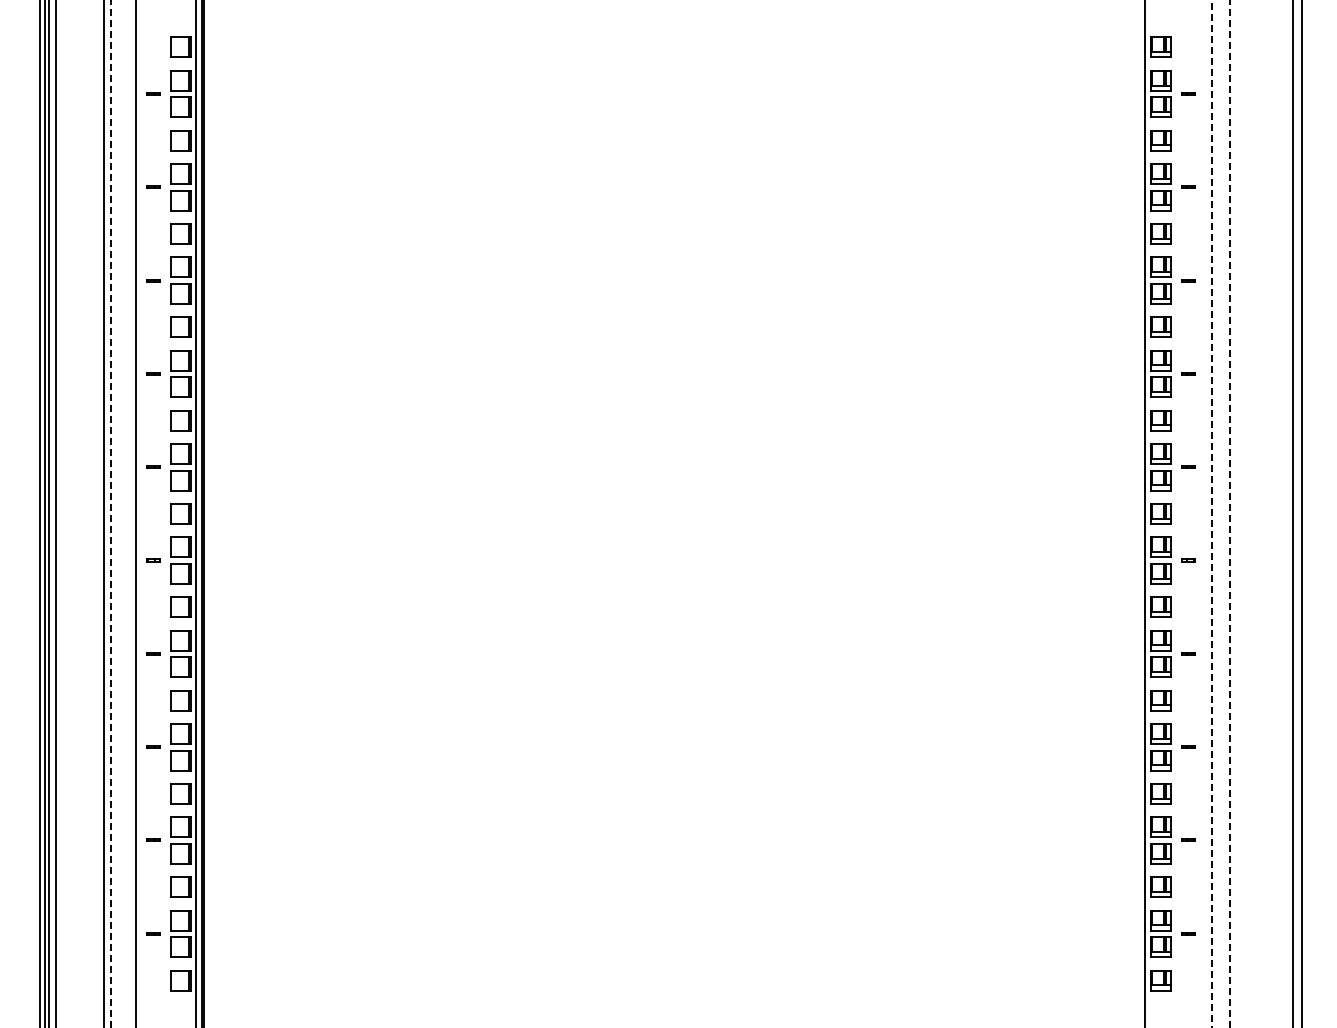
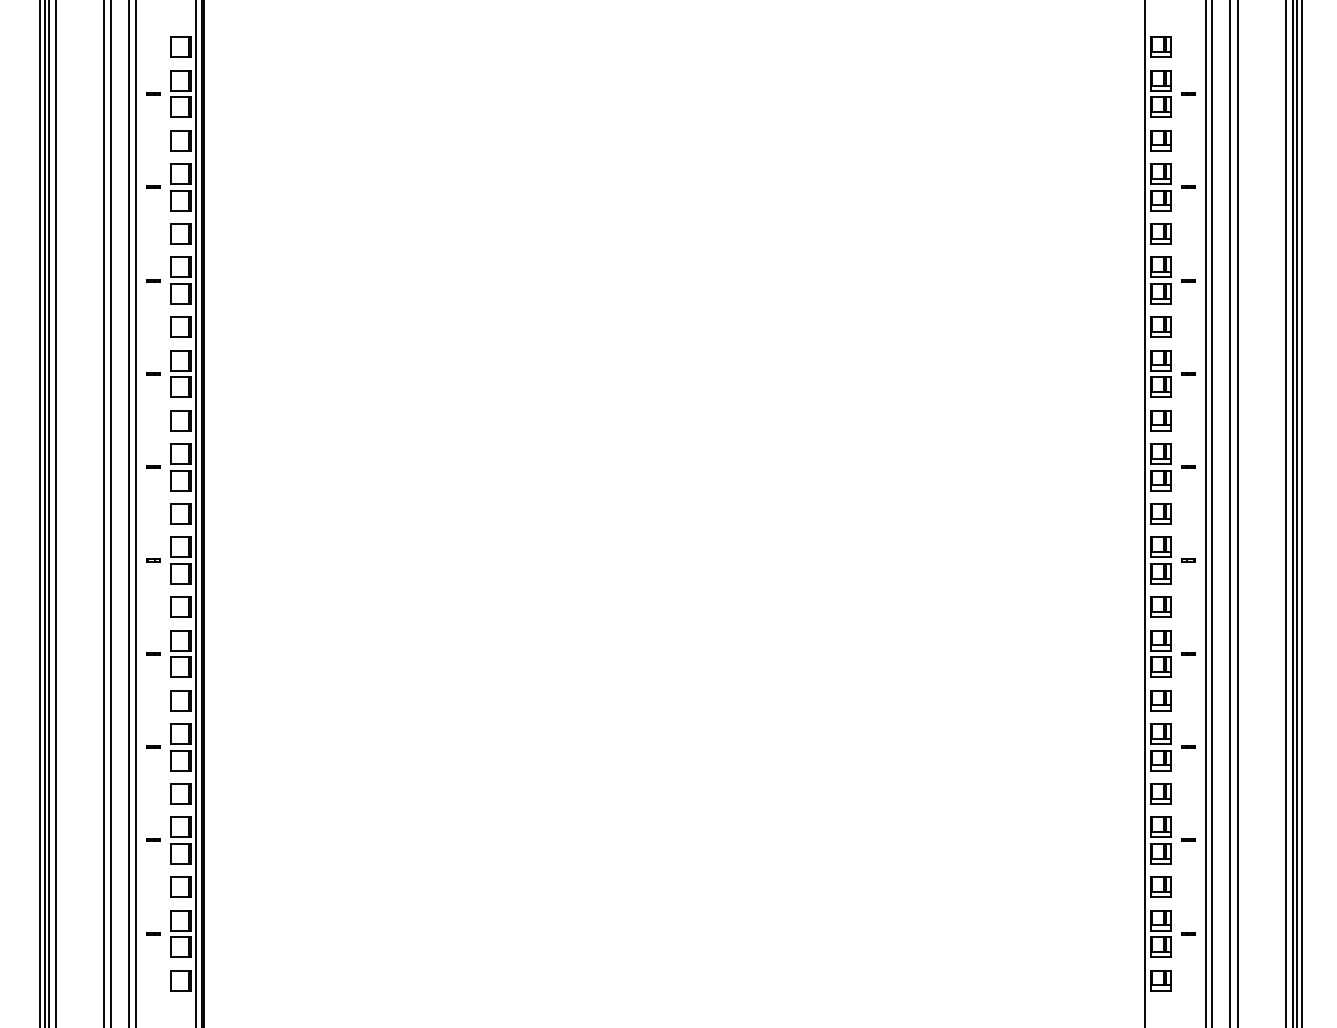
line at (129, 513): none -> present
line at (1206, 513): none -> present
line at (1237, 513): none -> present
line at (1285, 513): none -> present
line at (1296, 513): none -> present
line at (111, 514): dashed -> solid
line at (1212, 514): dashed -> solid
line at (1230, 514): dashed -> solid
